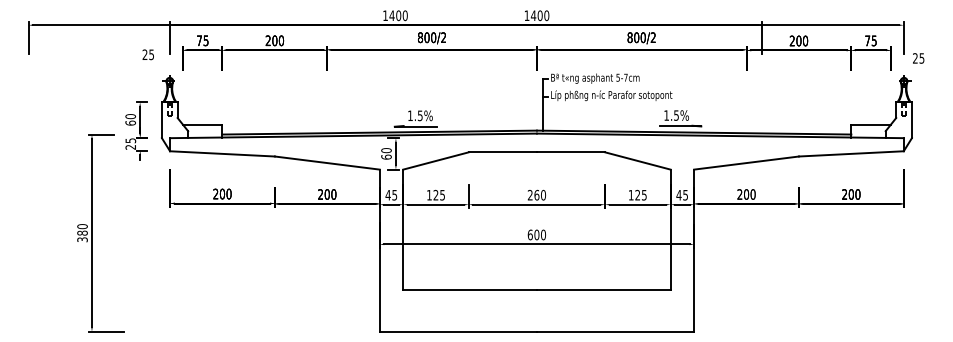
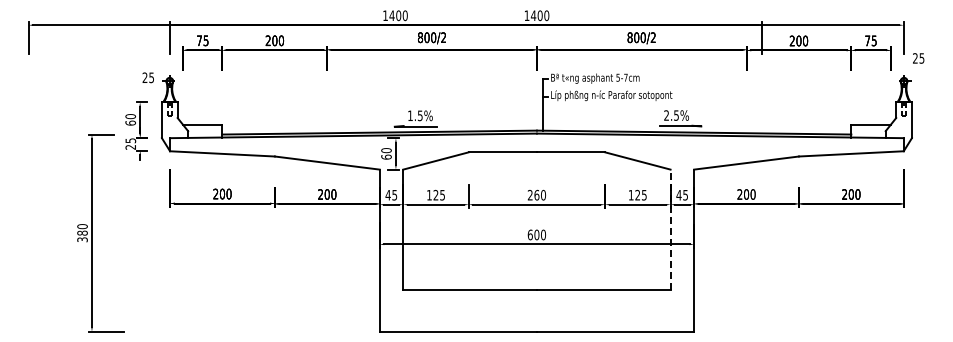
text at (147, 54) position: (147, 54) -> (147, 77)
text at (666, 115): 1.5% -> 2.5%
line at (670, 229): solid -> dashed
